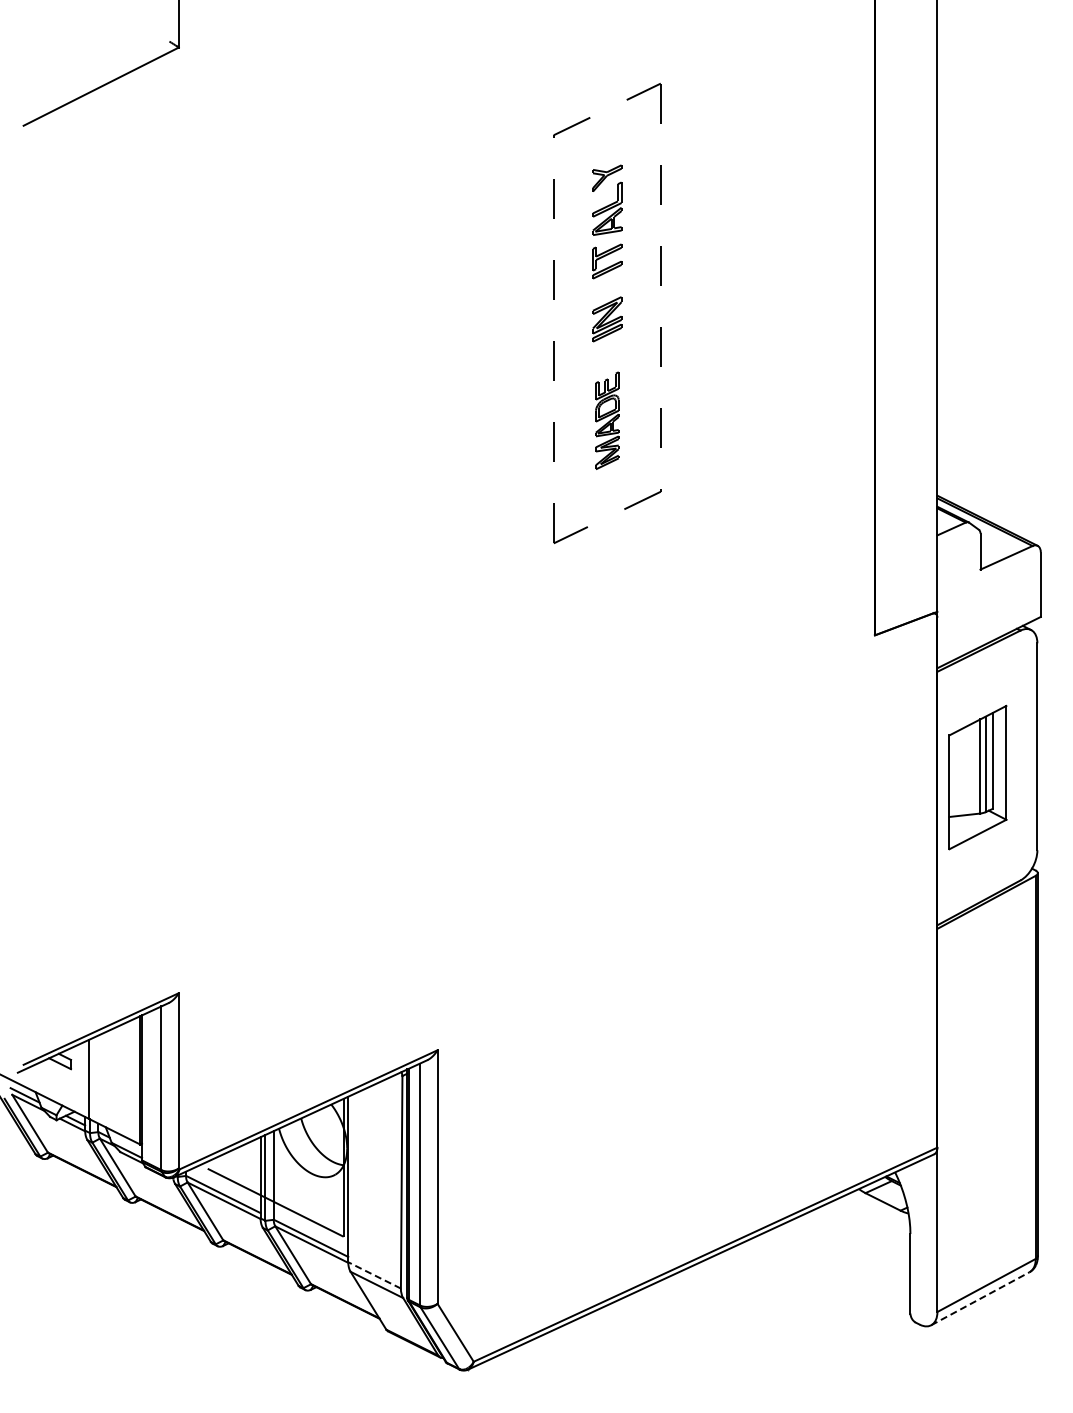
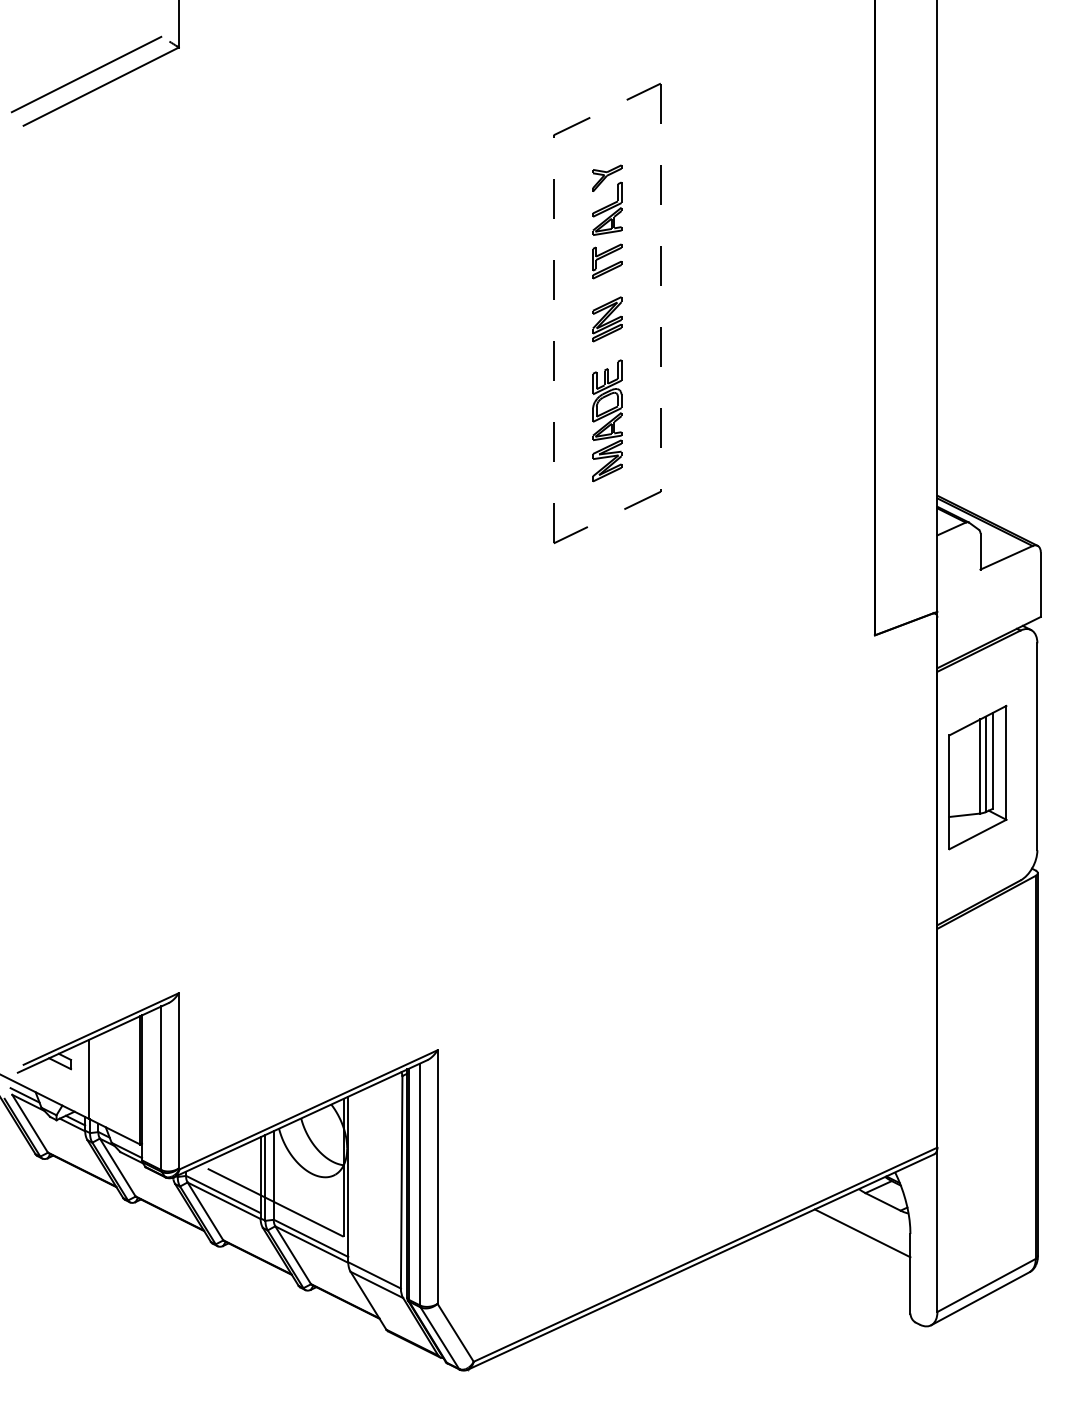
line at (86, 74): none -> present
part at (607, 420) size: 25x99 px -> 31x124 px
line at (862, 1233): none -> present
line at (374, 1275): dashed -> solid
line at (980, 1298): dashed -> solid
